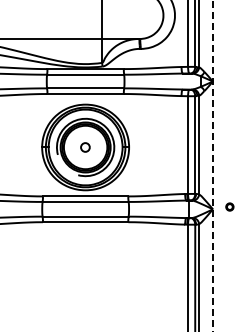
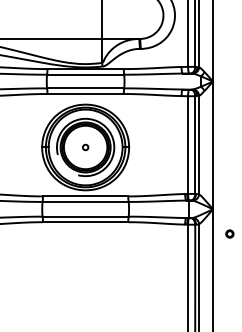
circle at (85, 147) size: 11x11 px -> 8x9 px
line at (212, 165): dashed -> solid
part at (229, 206) position: (229, 206) -> (229, 233)
